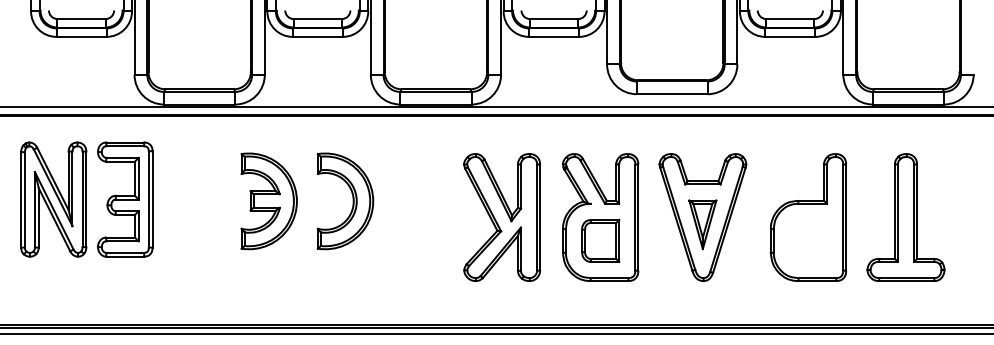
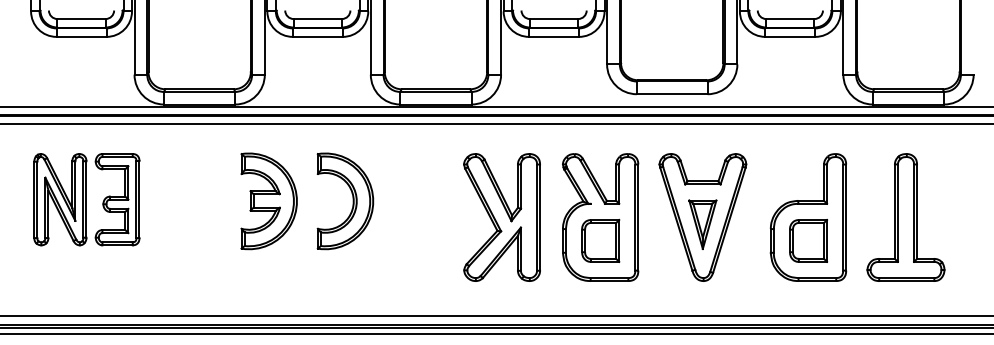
line at (496, 124): none -> present
part at (86, 199) size: 134x117 px -> 108x94 px
part at (808, 240): none -> present
line at (496, 316): none -> present
